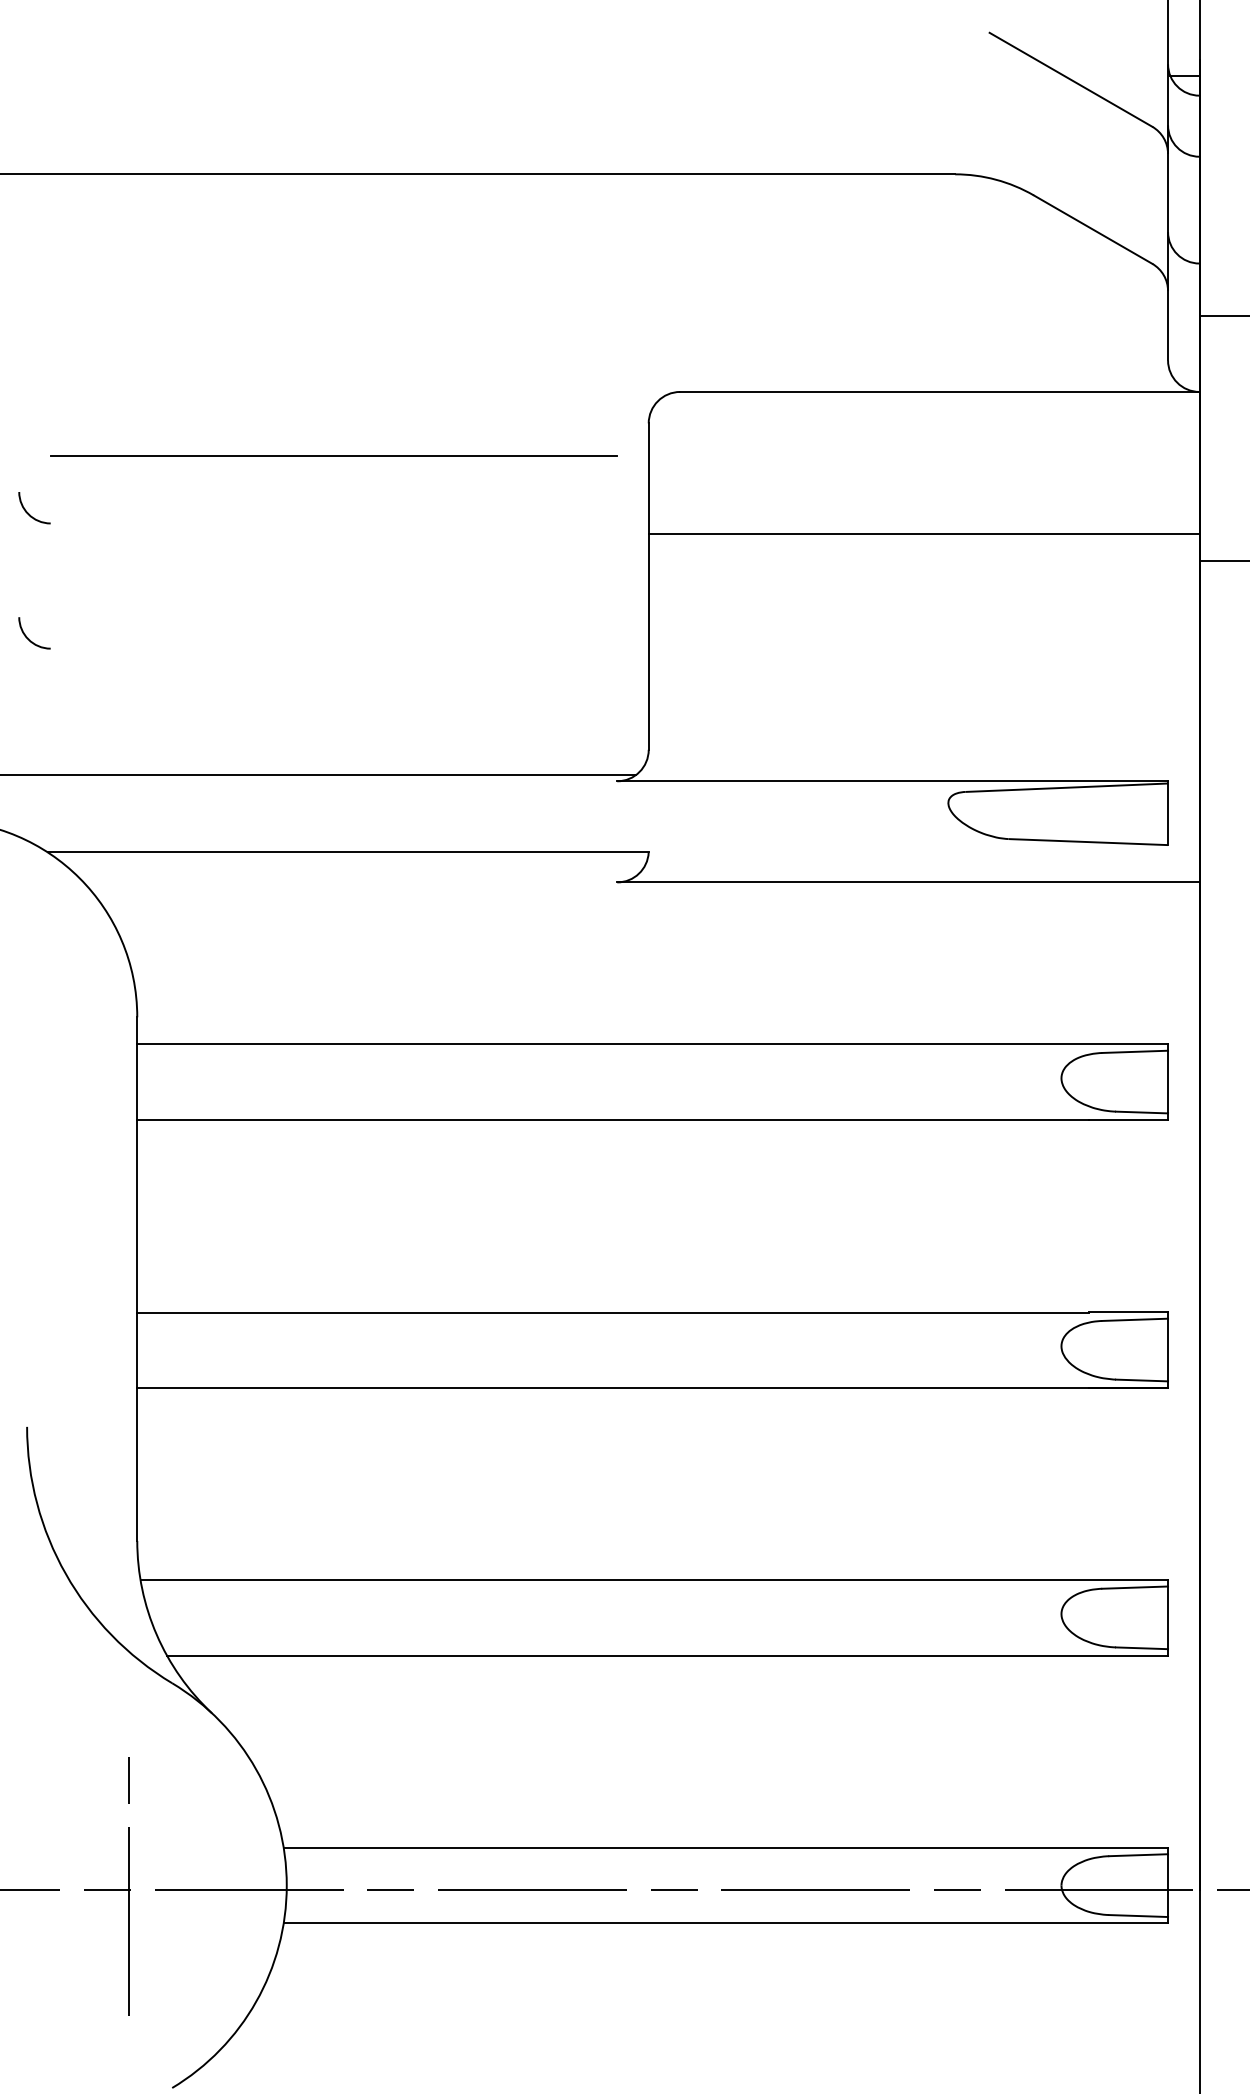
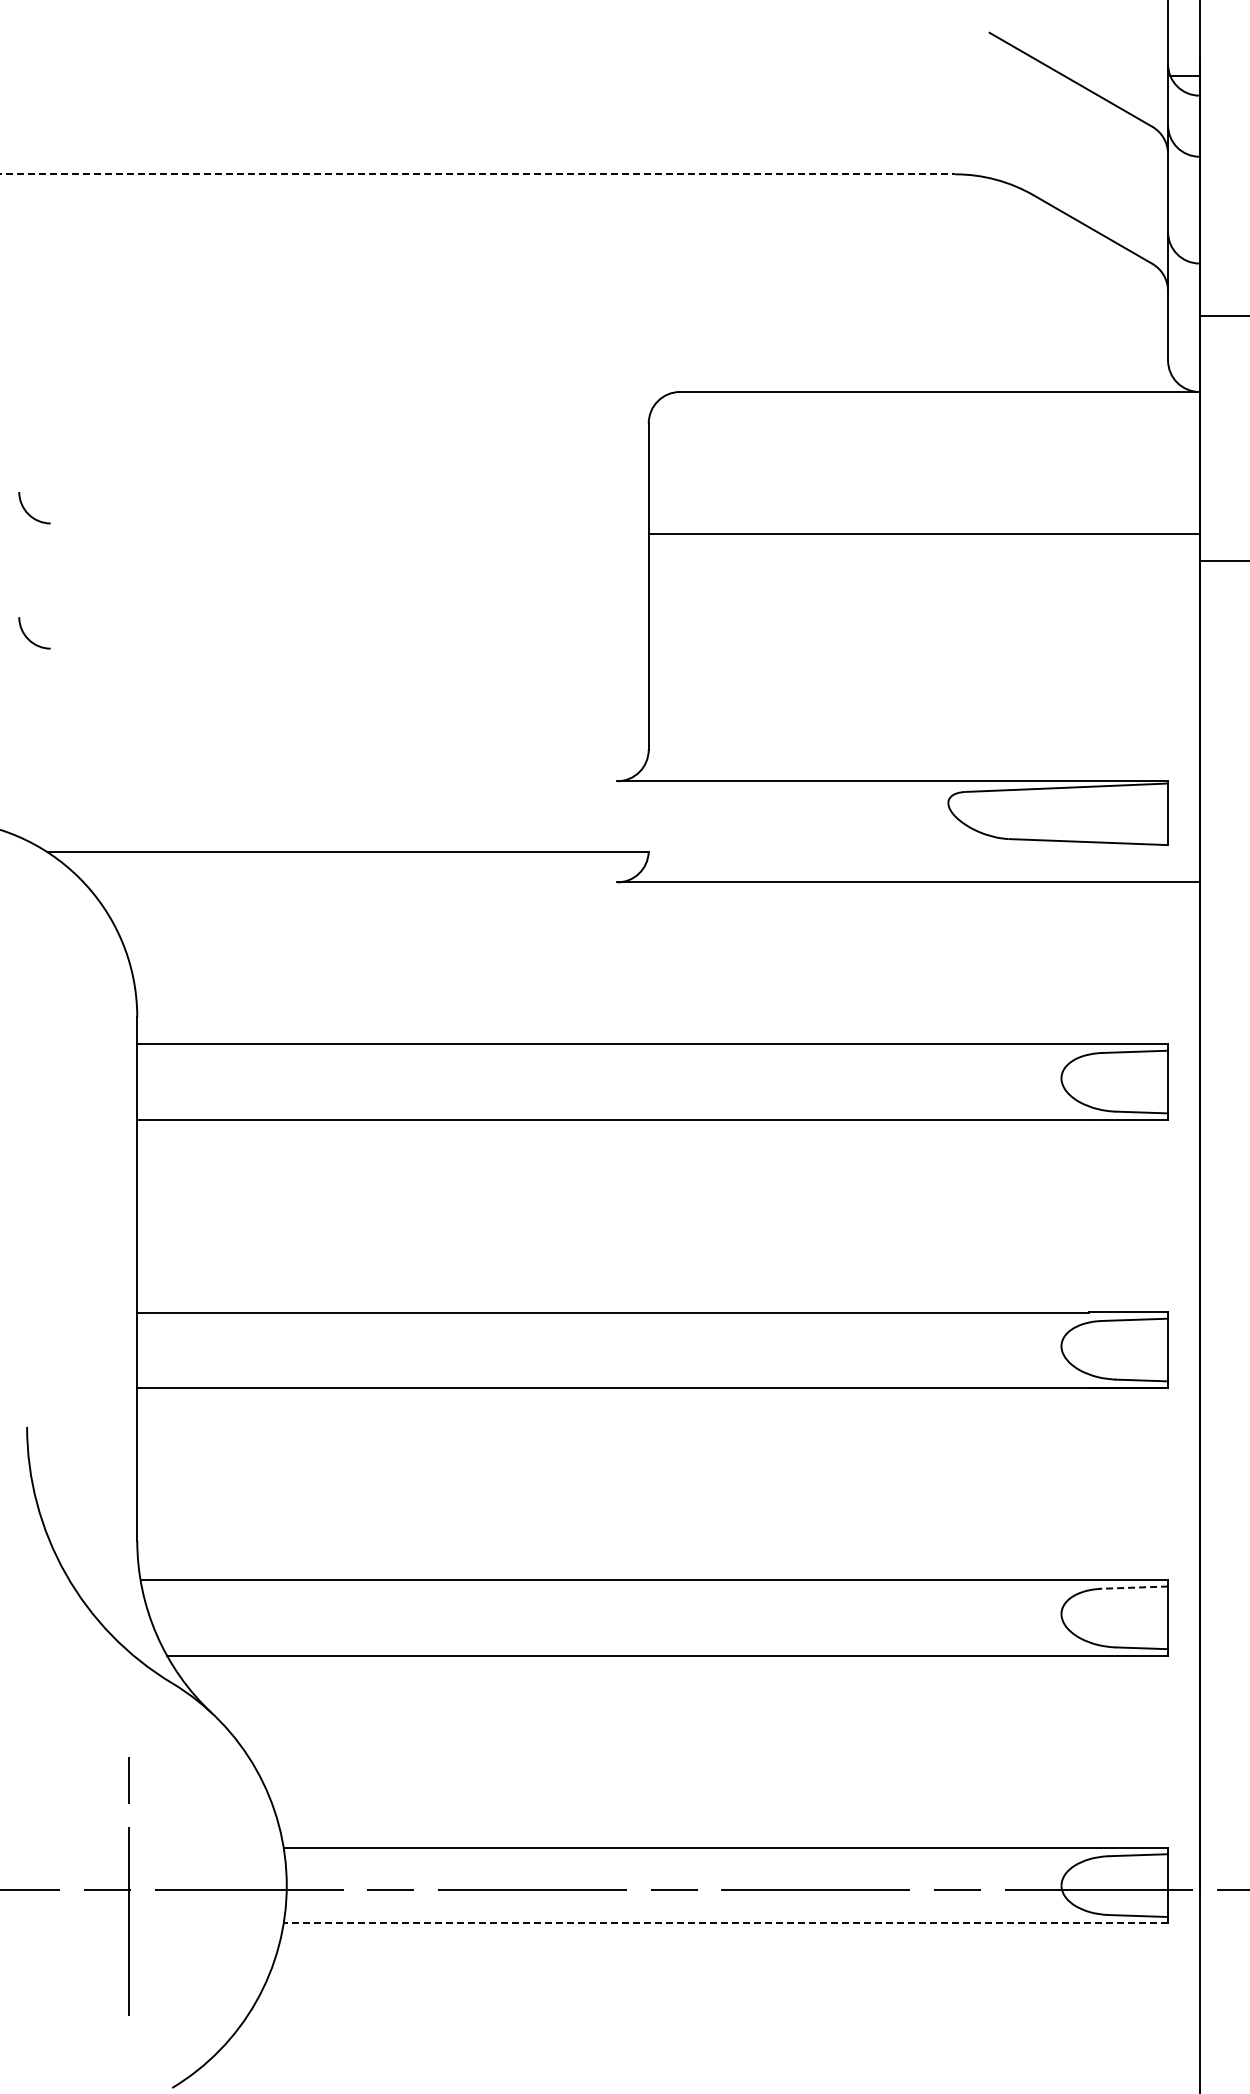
line at (478, 174): solid -> dashed
line at (333, 456): present -> none
line at (318, 775): present -> none
line at (1135, 1587): solid -> dashed
line at (725, 1923): solid -> dashed
